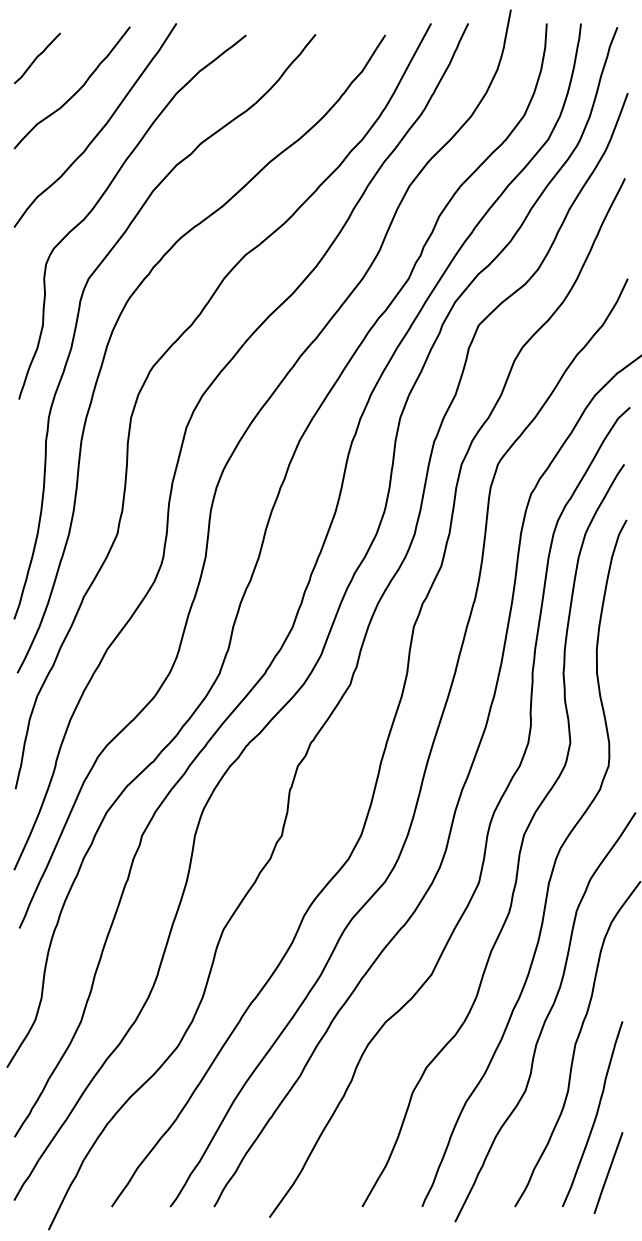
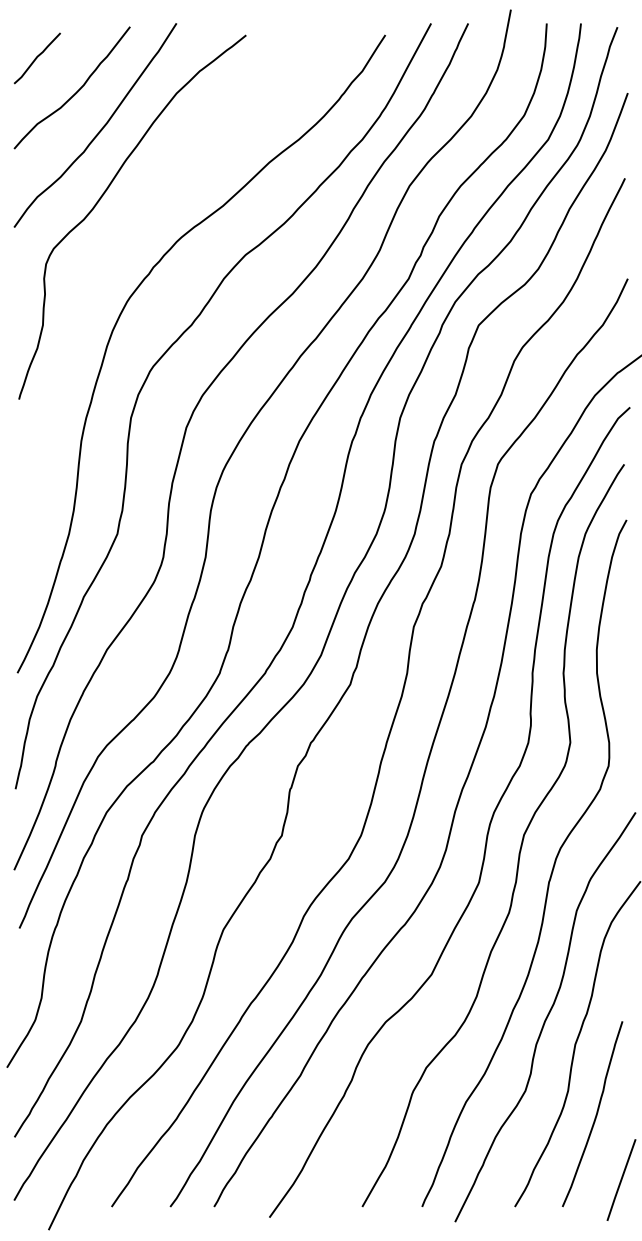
curve at (80, 308): present -> none
line at (608, 1172) position: (608, 1172) -> (621, 1179)
